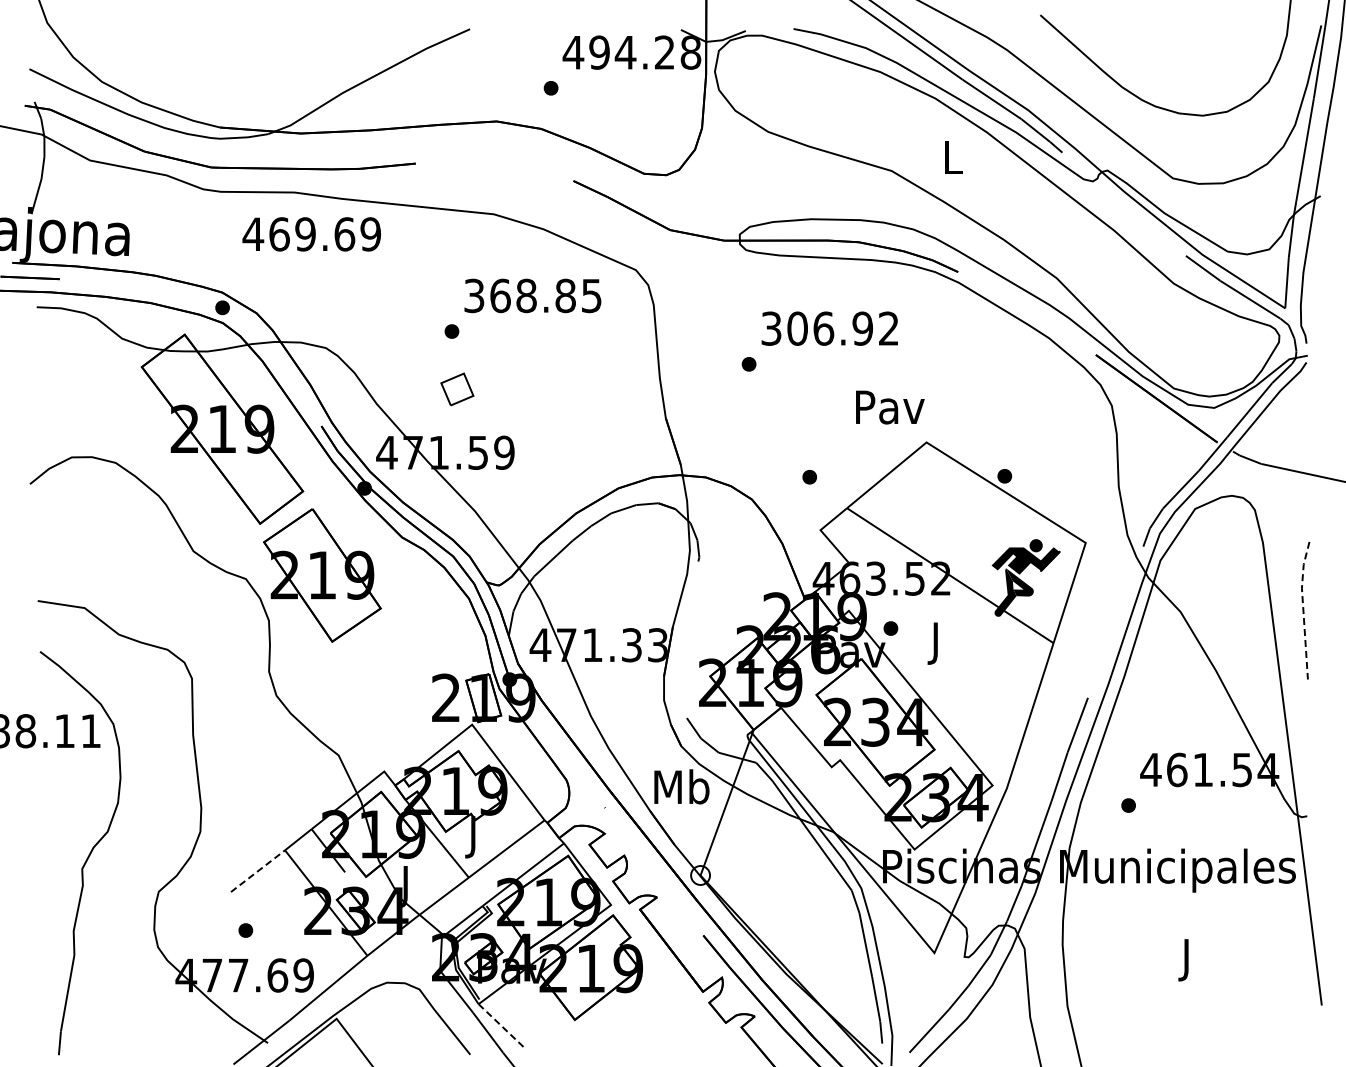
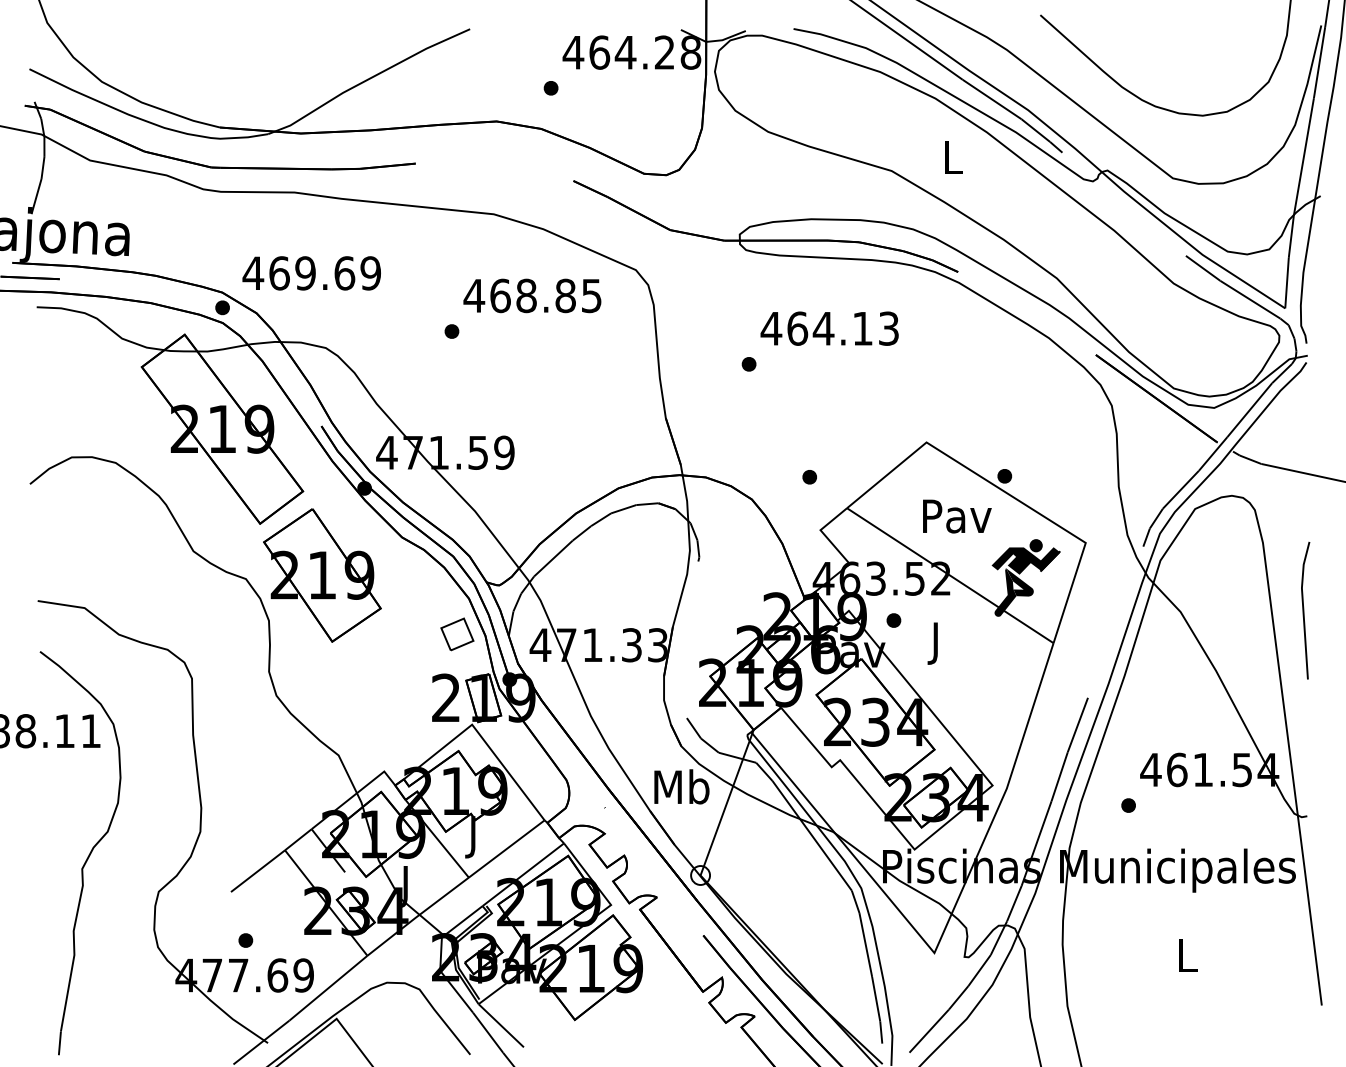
text at (599, 52): 494.28 -> 464.28
text at (311, 234) position: (311, 234) -> (311, 273)
text at (474, 295): 368.85 -> 468.85
text at (829, 328): 306.92 -> 464.13
part at (457, 389) position: (457, 389) -> (457, 634)
text at (890, 407) position: (890, 407) -> (957, 516)
line at (1303, 609): dashed -> solid
part at (890, 628) position: (890, 628) -> (893, 620)
line at (258, 870): dashed -> solid
part at (245, 930) position: (245, 930) -> (245, 940)
text at (1187, 960): J -> L
line at (501, 1026): dashed -> solid
